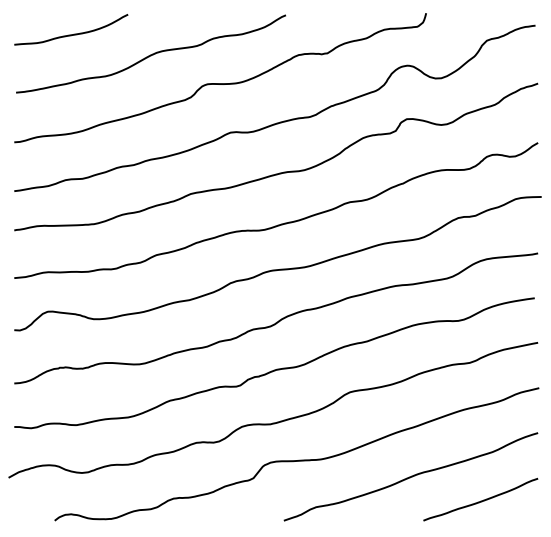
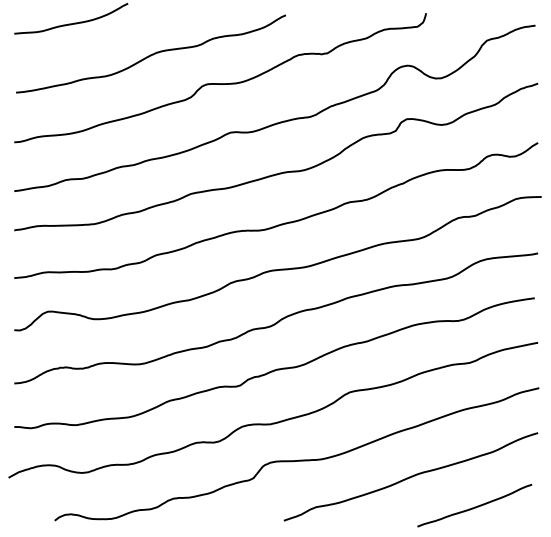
curve at (74, 33) position: (74, 33) -> (74, 22)
curve at (480, 500) position: (480, 500) -> (474, 506)
